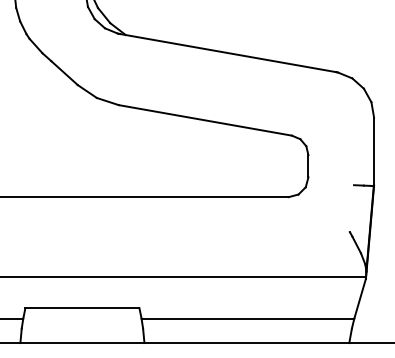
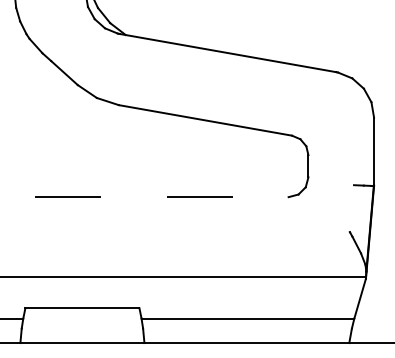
line at (144, 197): solid -> dashed
